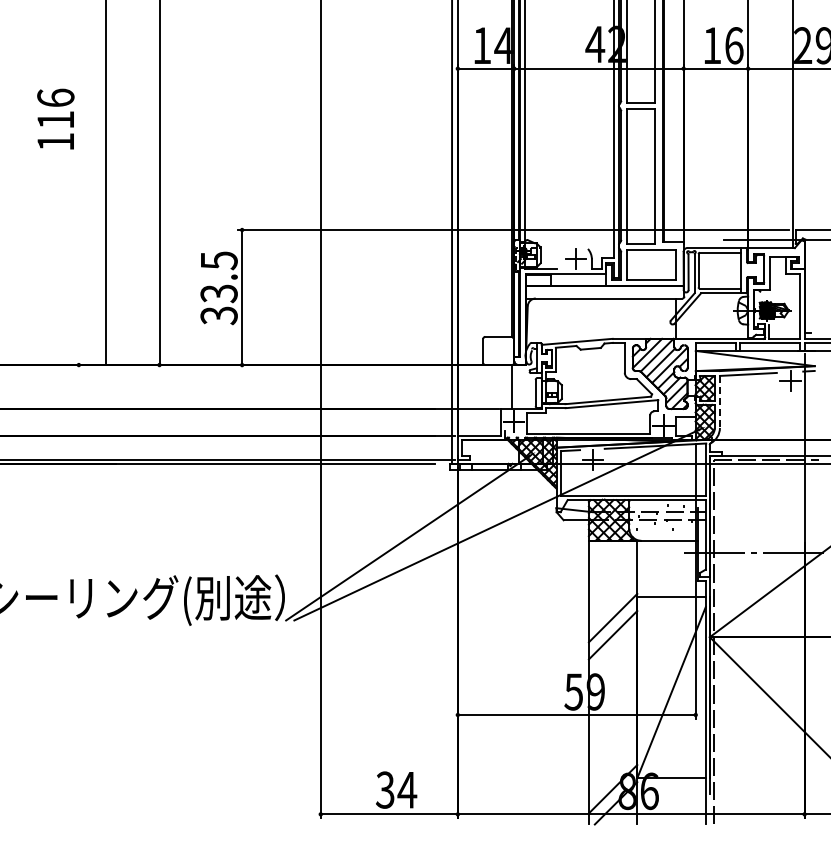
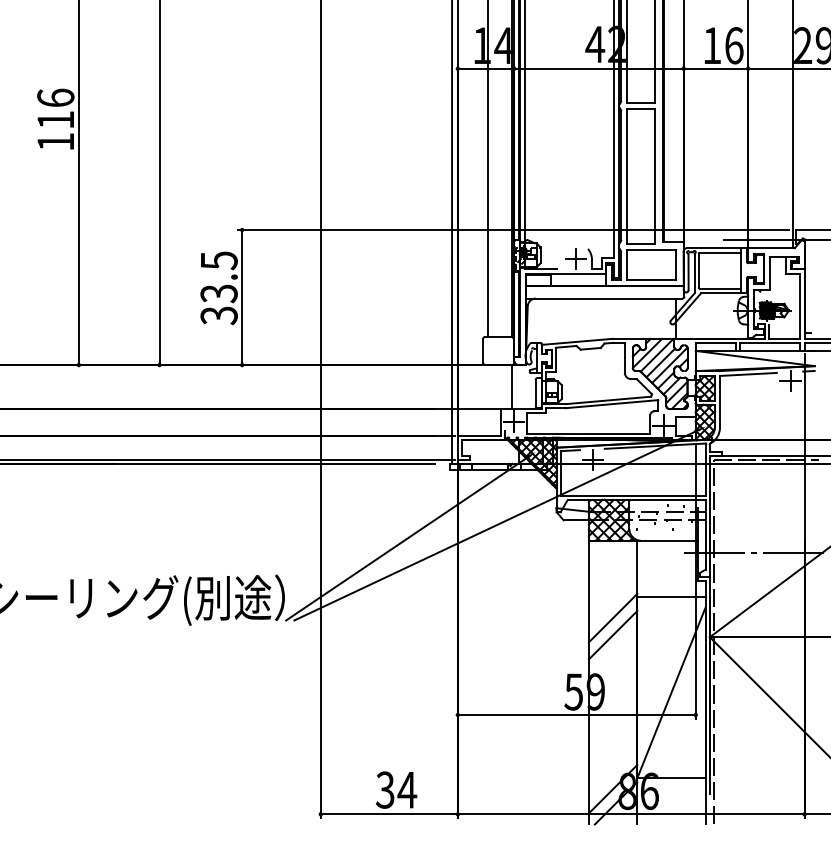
line at (488, 169): none -> present
line at (105, 183) position: (105, 183) -> (78, 183)
line at (719, 402): dashed -> solid
